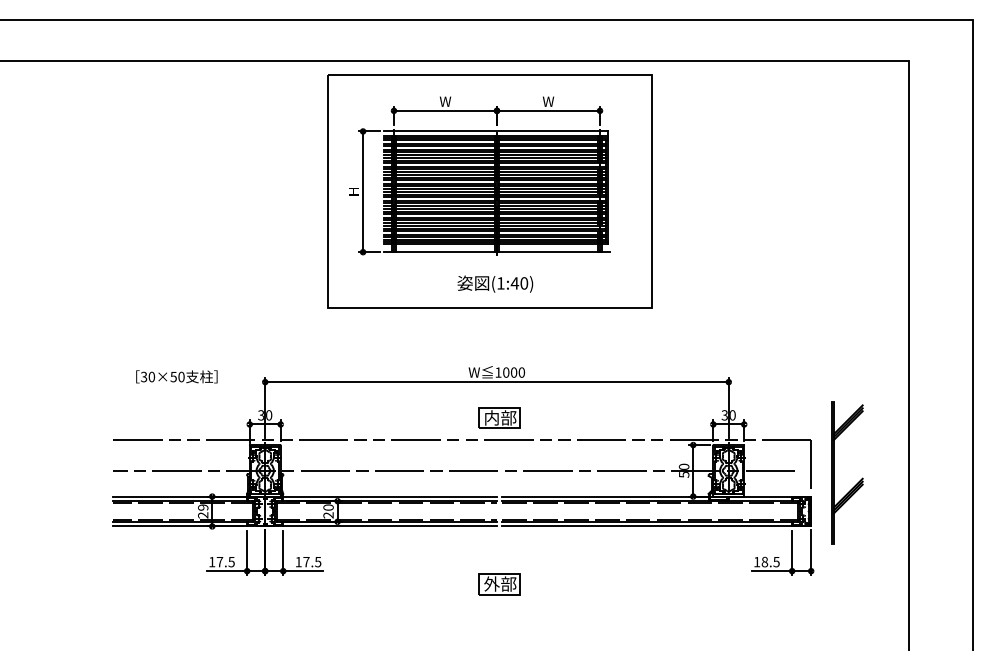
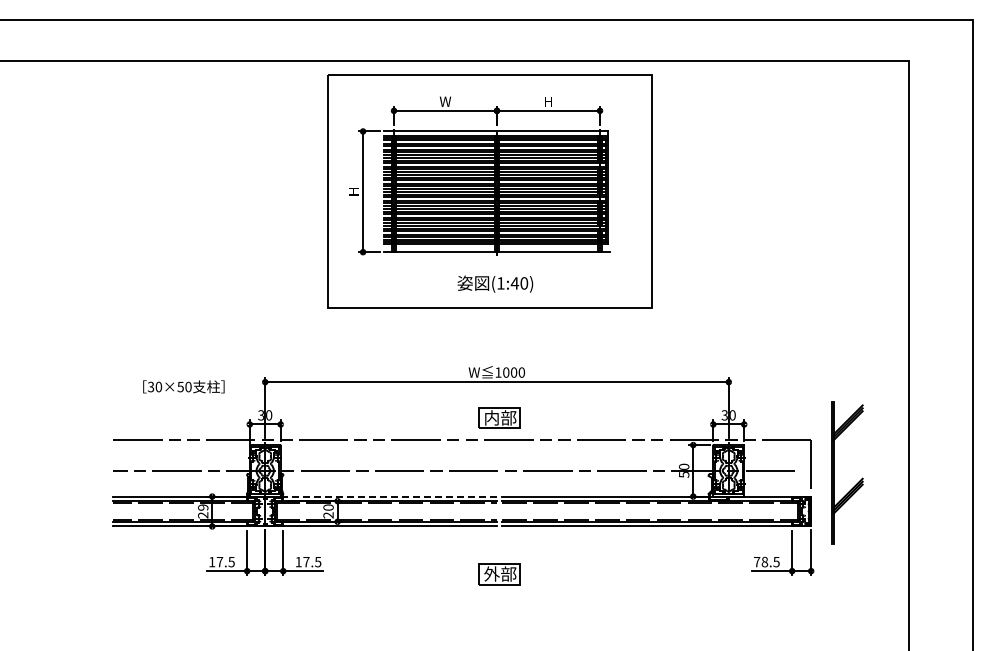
text at (548, 101): W -> H
text at (176, 376) position: (176, 376) -> (183, 386)
line at (390, 496): solid -> dashed
text at (757, 562): 18.5 -> 78.5
part at (499, 584) position: (499, 584) -> (499, 574)
